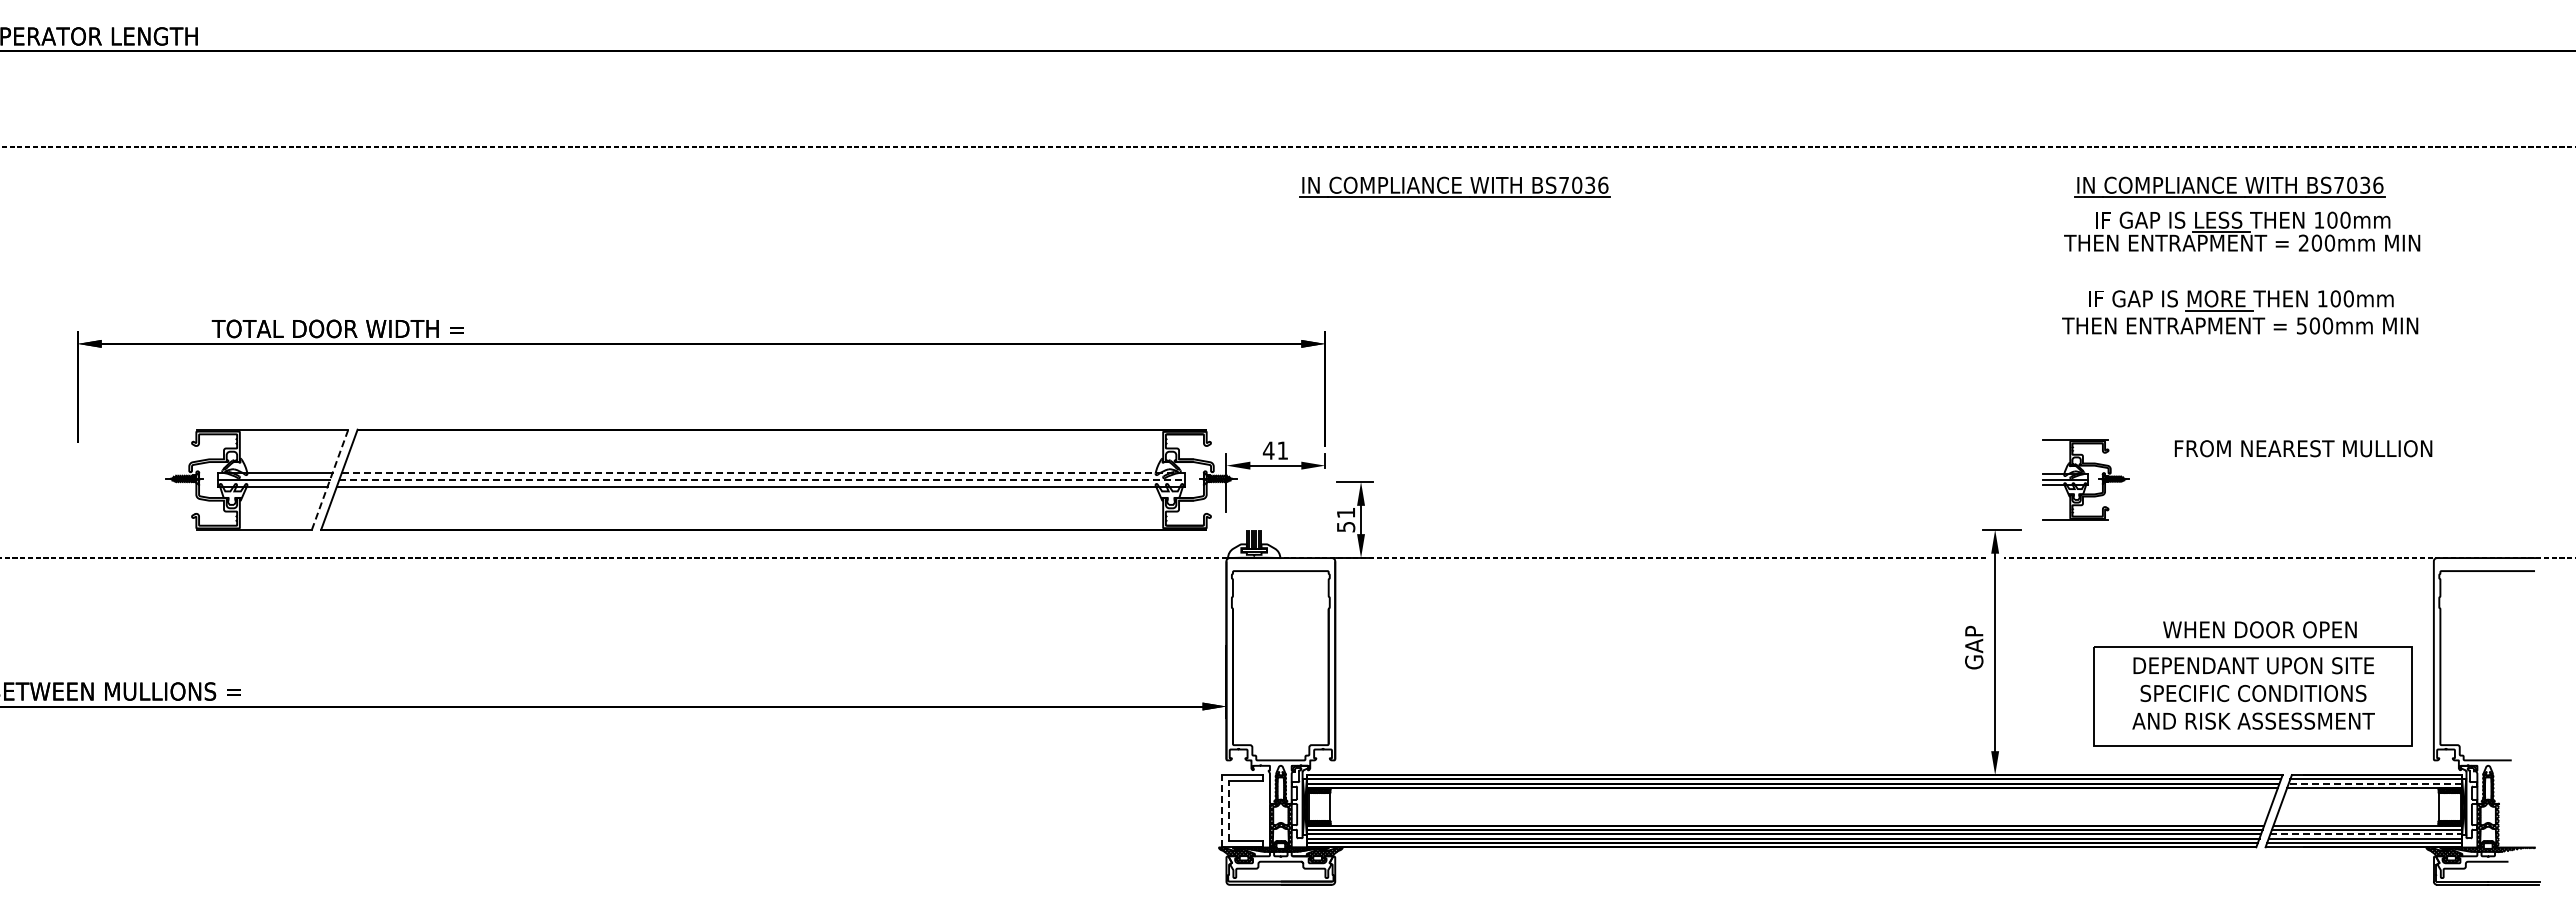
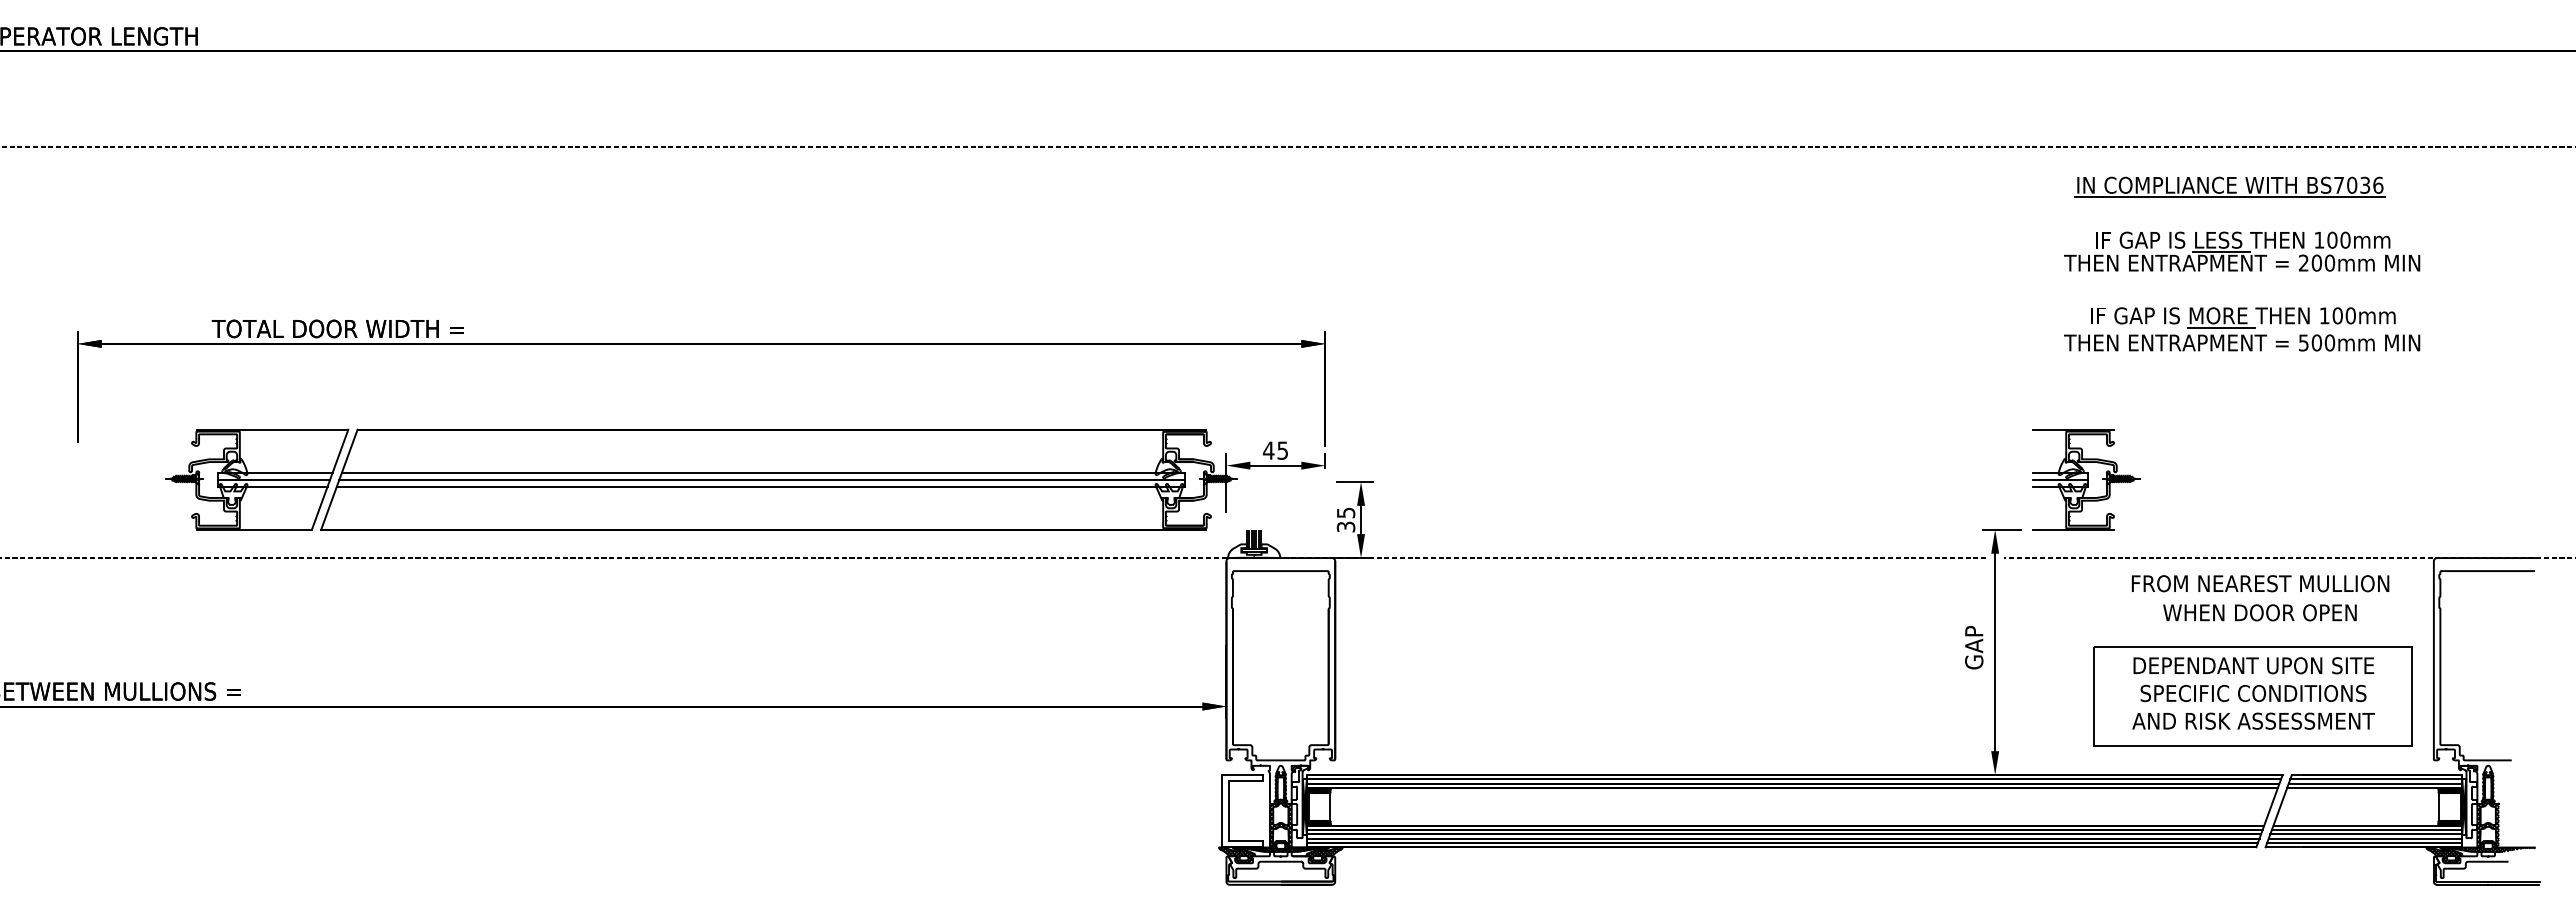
part at (1454, 186): present -> none
part at (2242, 231) position: (2242, 231) -> (2242, 251)
part at (2240, 312) position: (2240, 312) -> (2242, 329)
text at (2303, 448) position: (2303, 448) -> (2260, 583)
text at (1282, 450): 41 -> 45
line at (763, 472): dashed -> solid
line at (330, 479): dashed -> solid
line at (762, 479): dashed -> solid
part at (2085, 479) size: 88x82 px -> 109x102 px
text at (1345, 519): 51 -> 35
text at (2259, 629) position: (2259, 629) -> (2259, 612)
line at (2375, 783): dashed -> solid
line at (1221, 810): dashed -> solid
line at (1228, 810): dashed -> solid
line at (2366, 834): dashed -> solid
